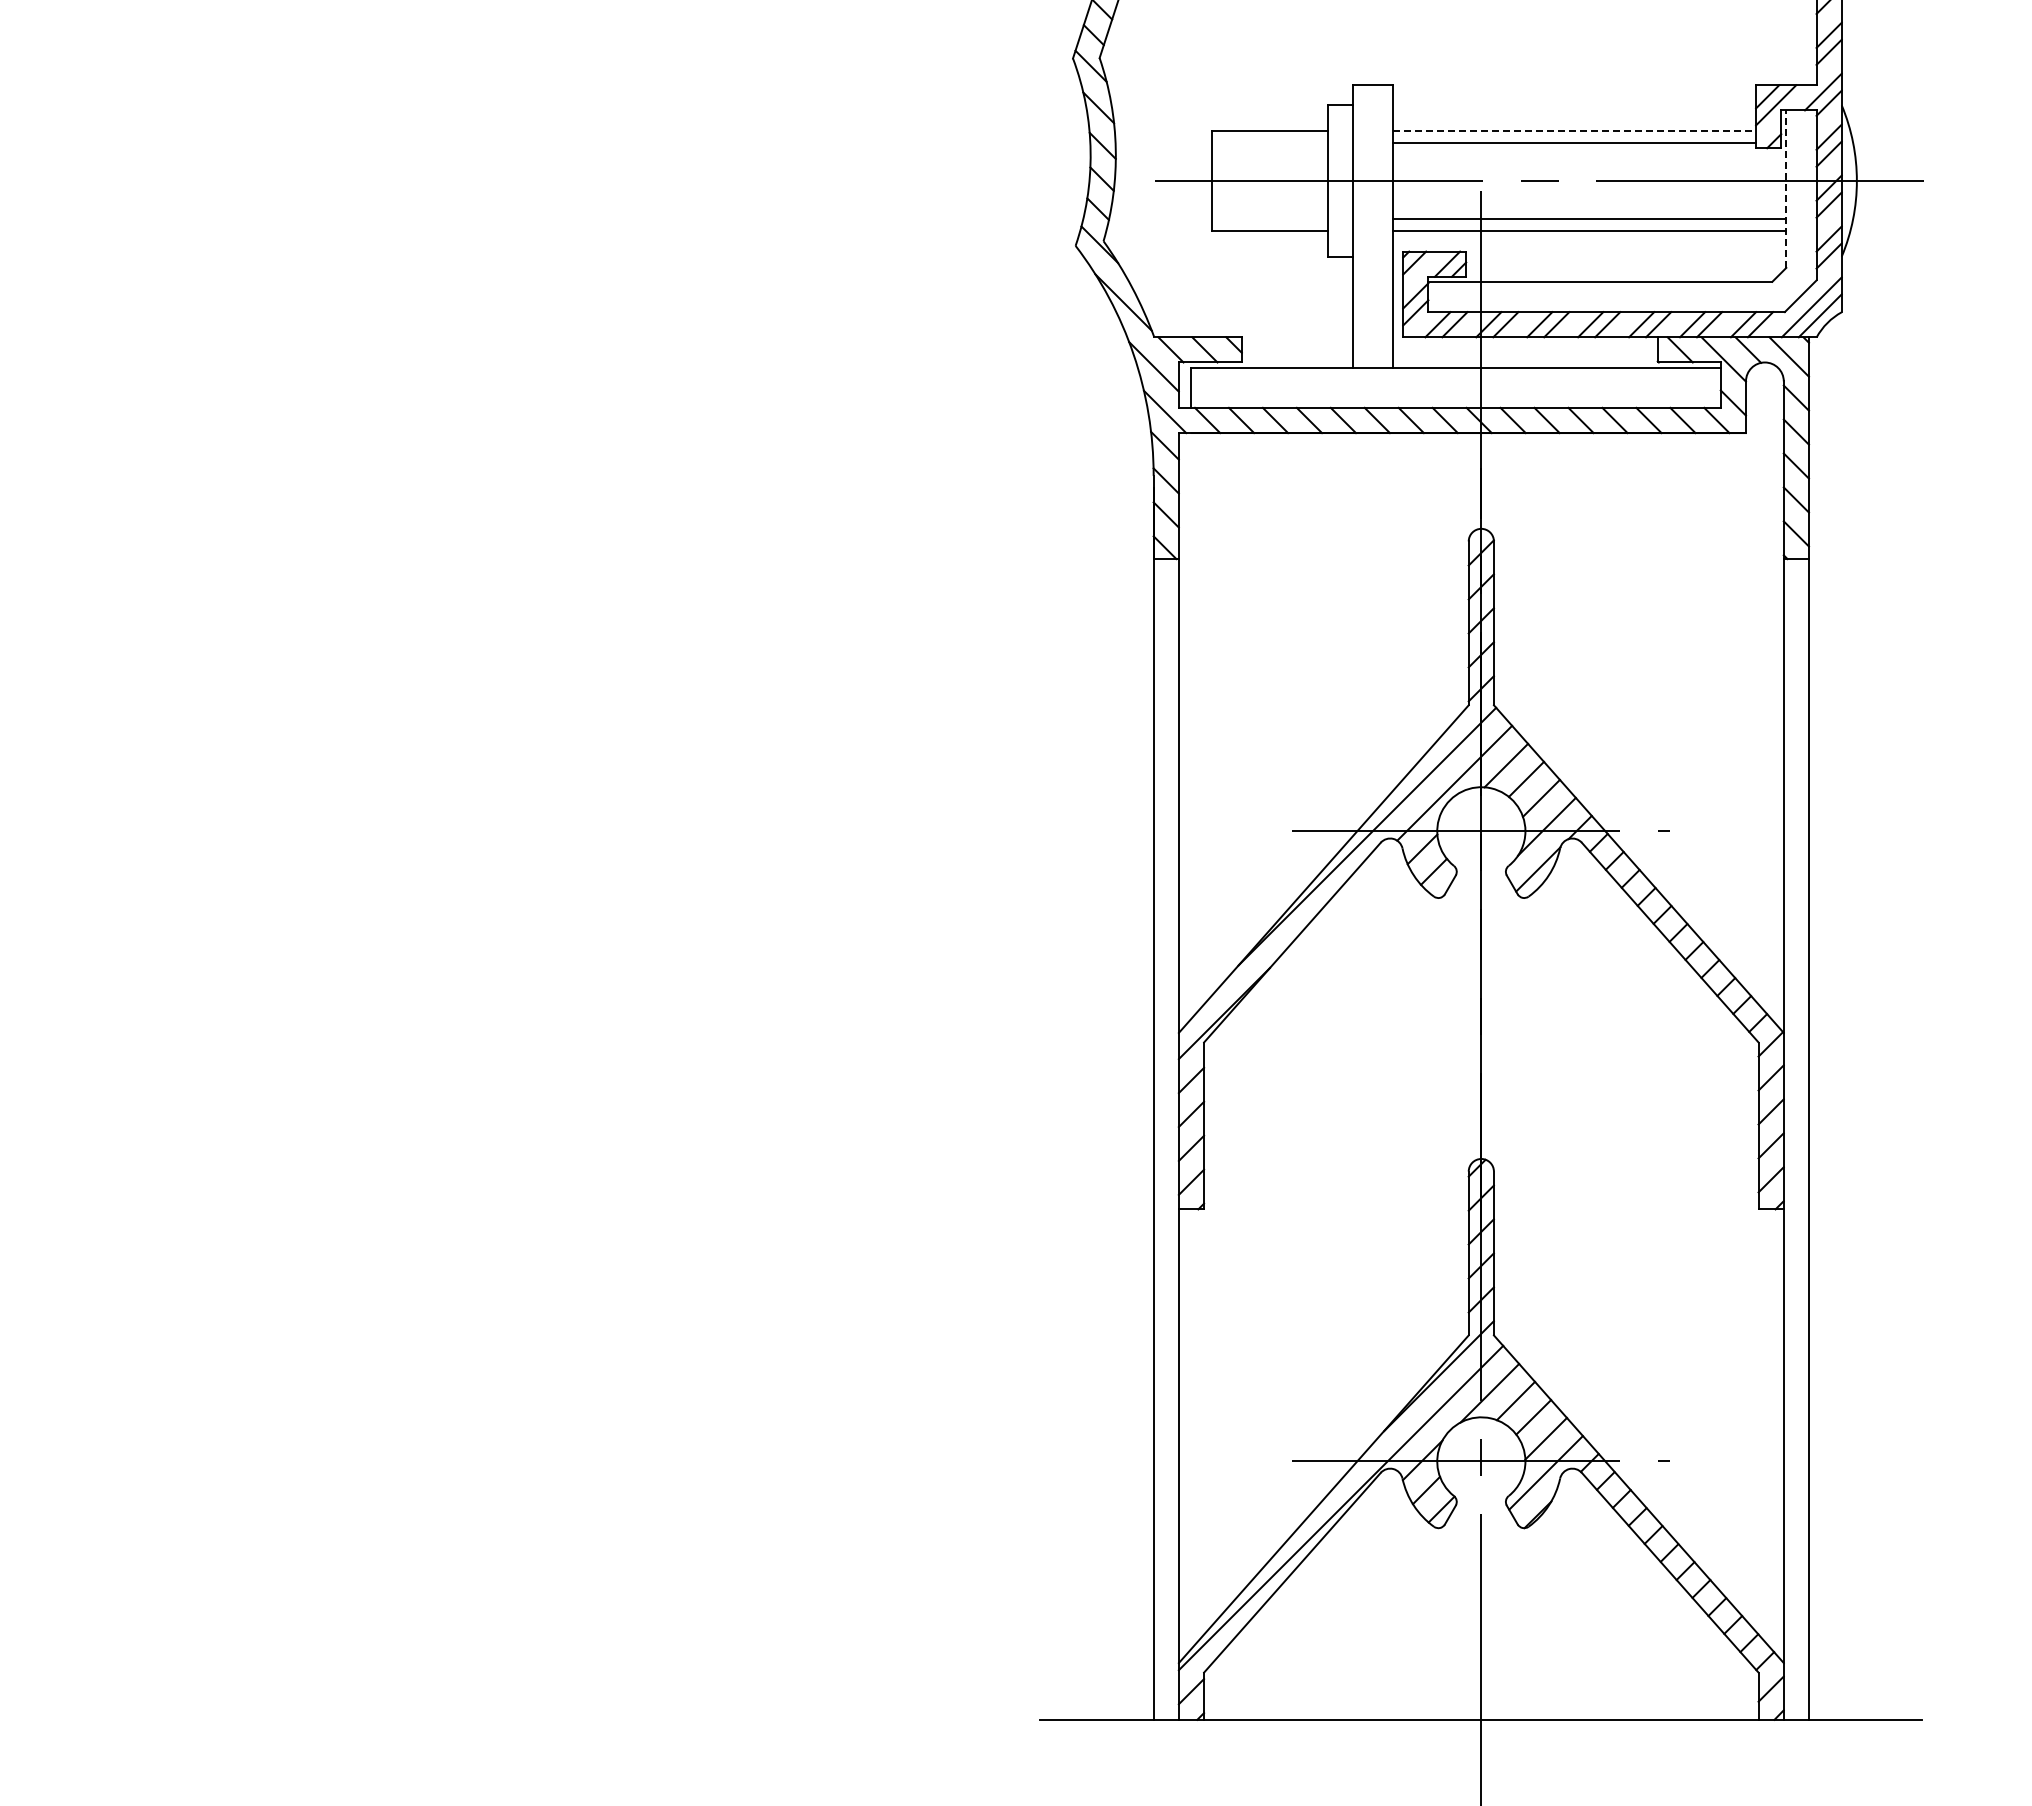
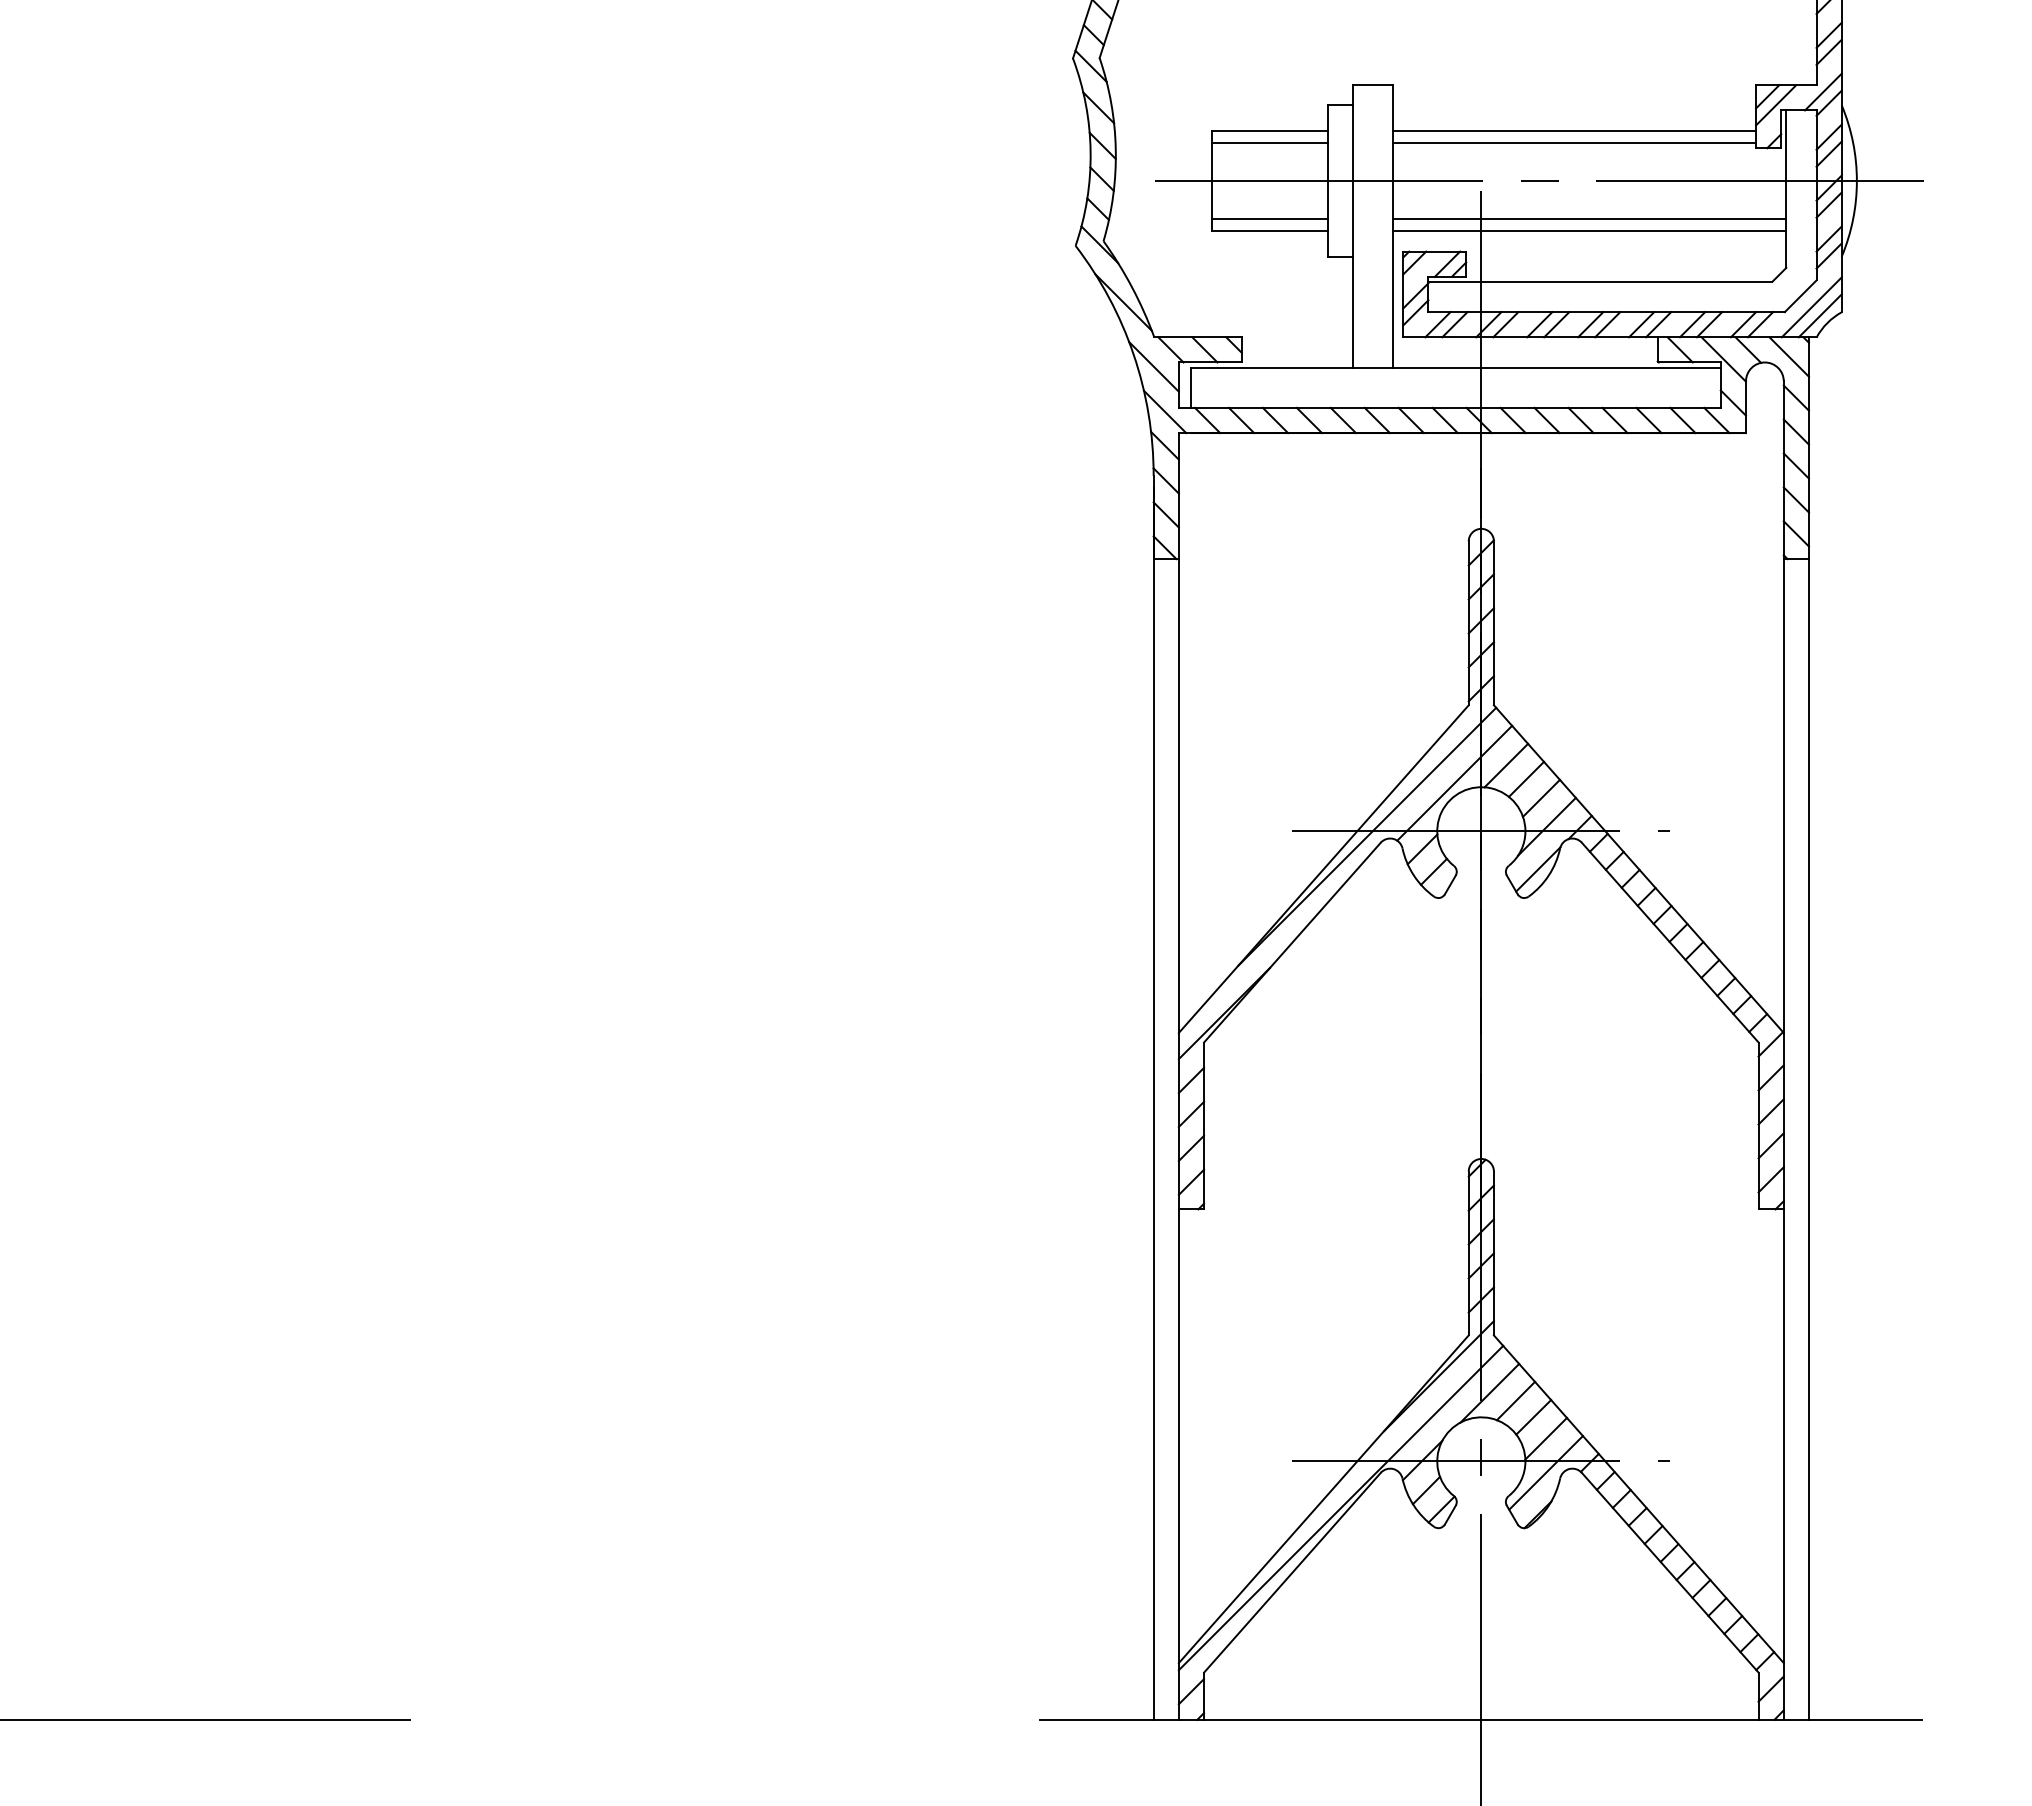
line at (1575, 130): dashed -> solid
line at (1269, 143): none -> present
line at (1786, 189): dashed -> solid
line at (1269, 218): none -> present
line at (206, 1719): none -> present
